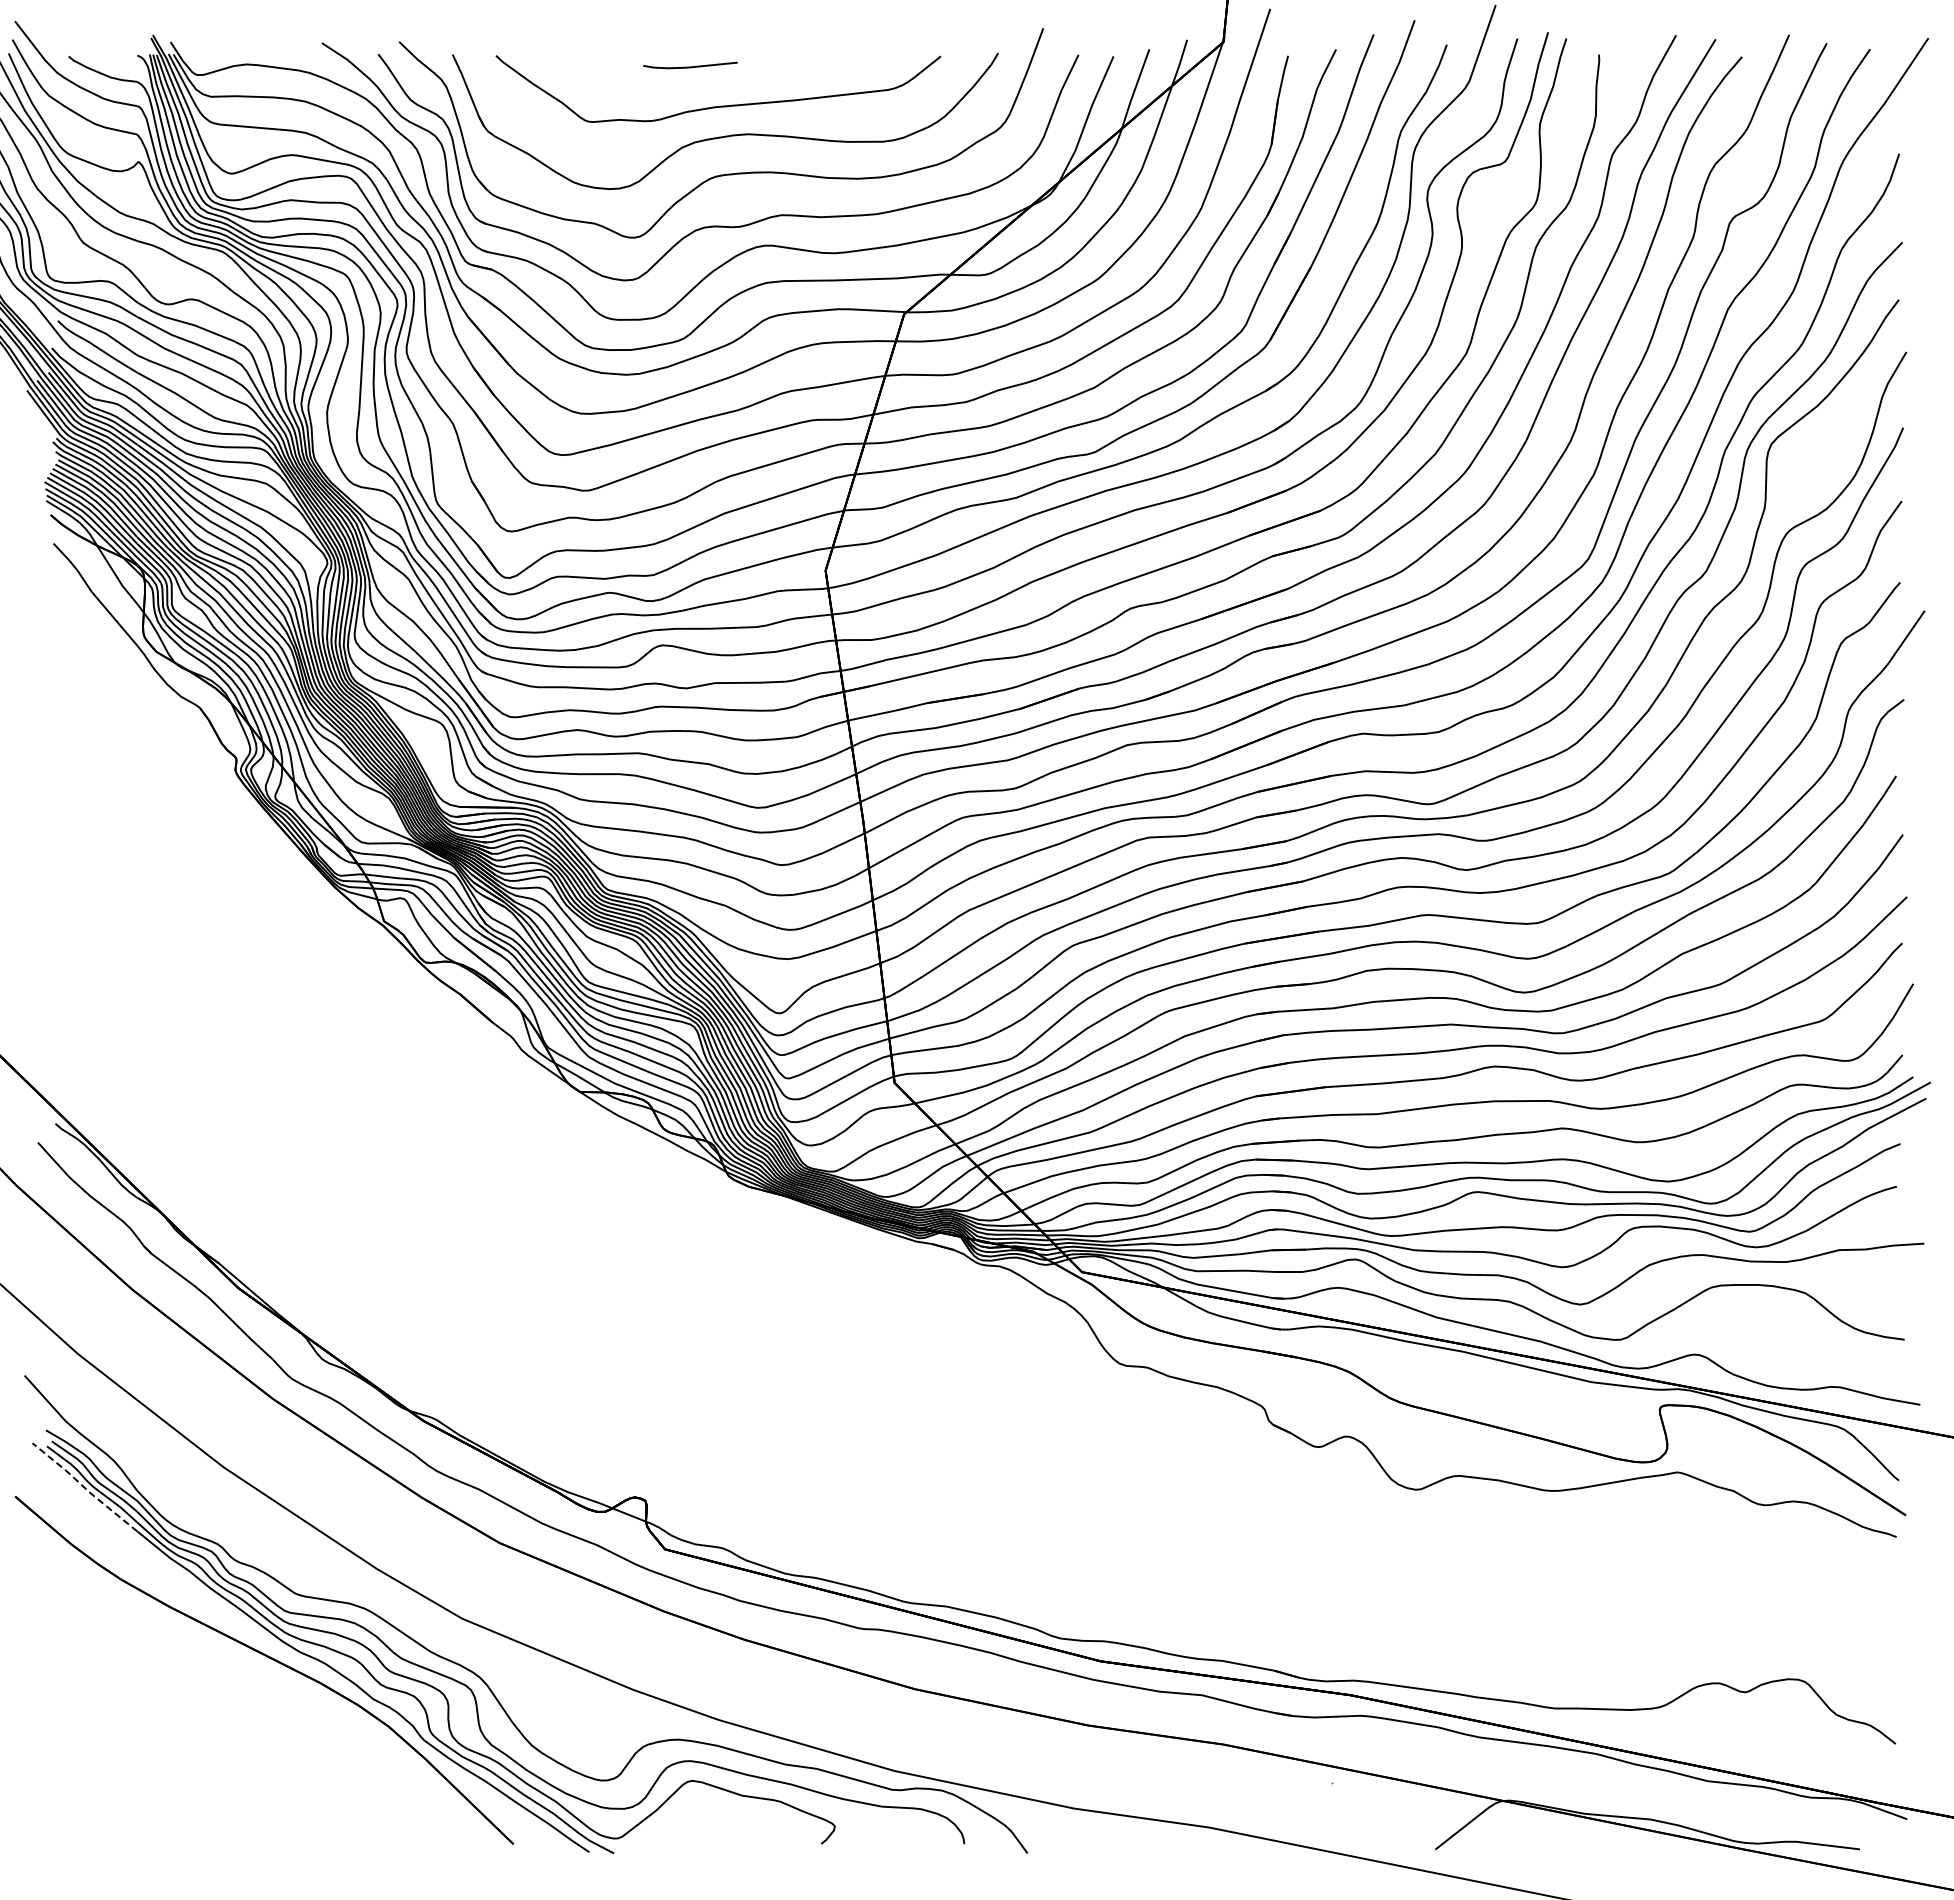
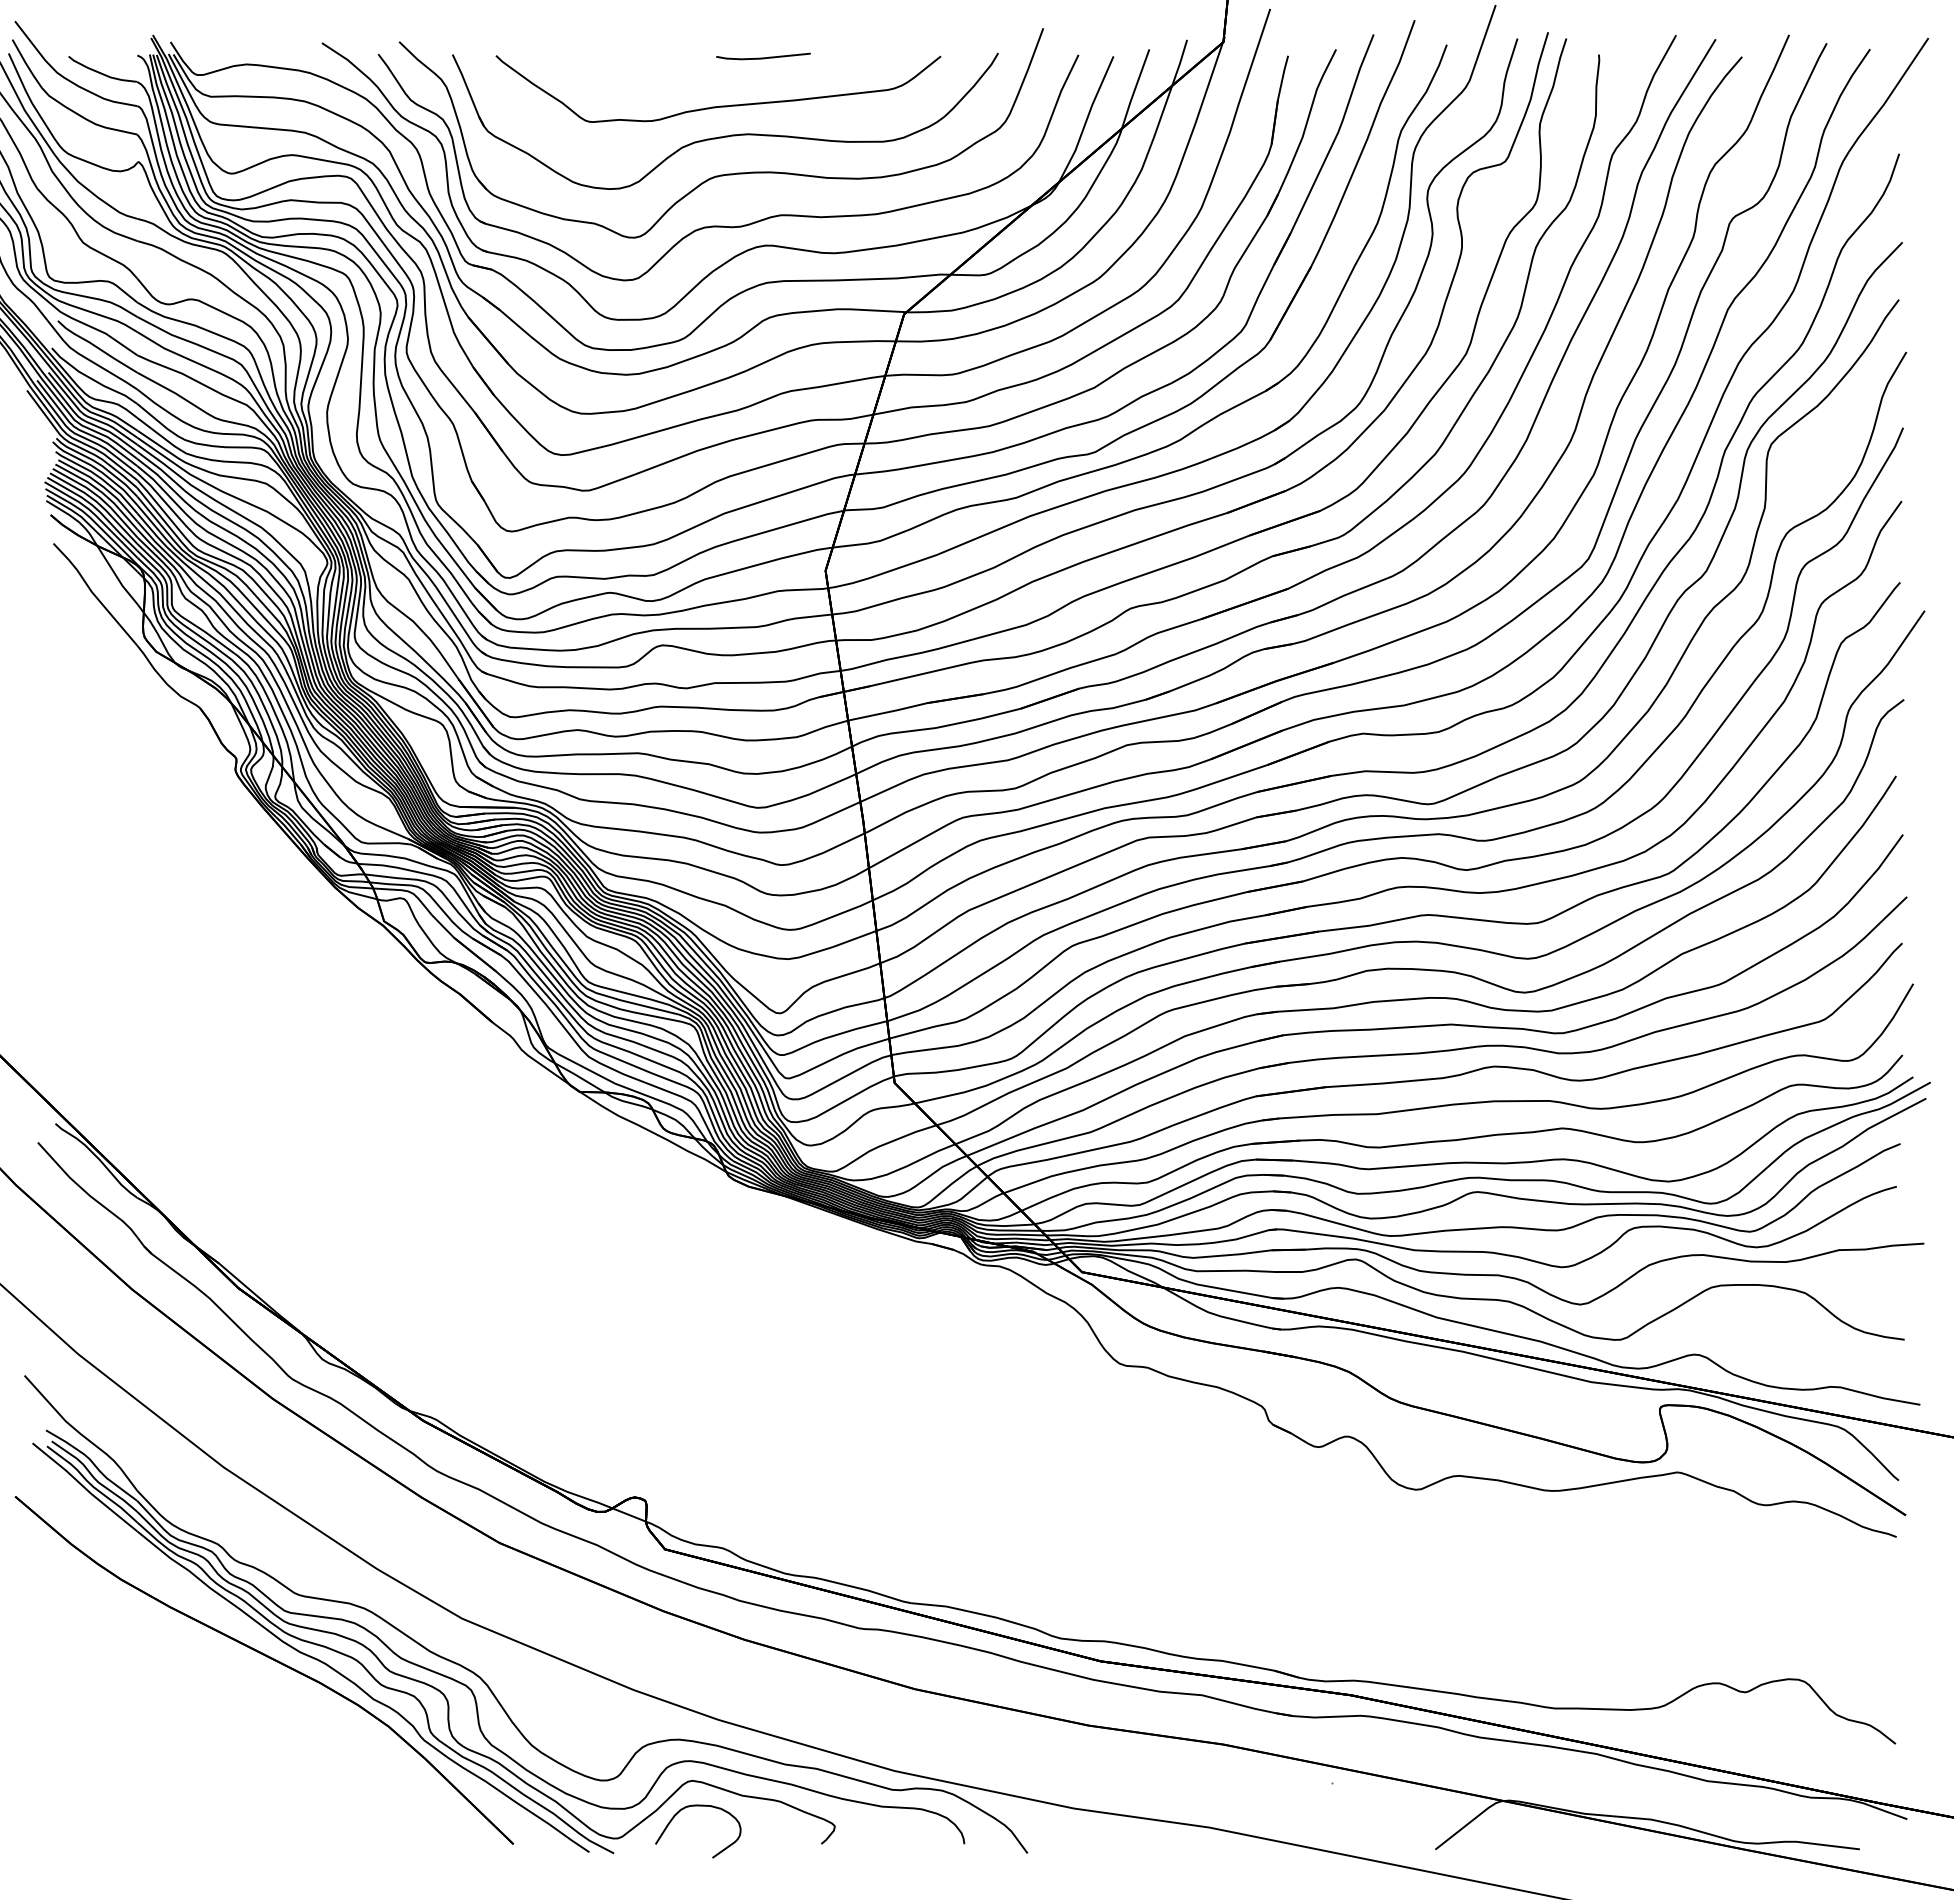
line at (690, 66) position: (690, 66) -> (763, 57)
line at (84, 1487): dashed -> solid
curve at (698, 1806): none -> present
